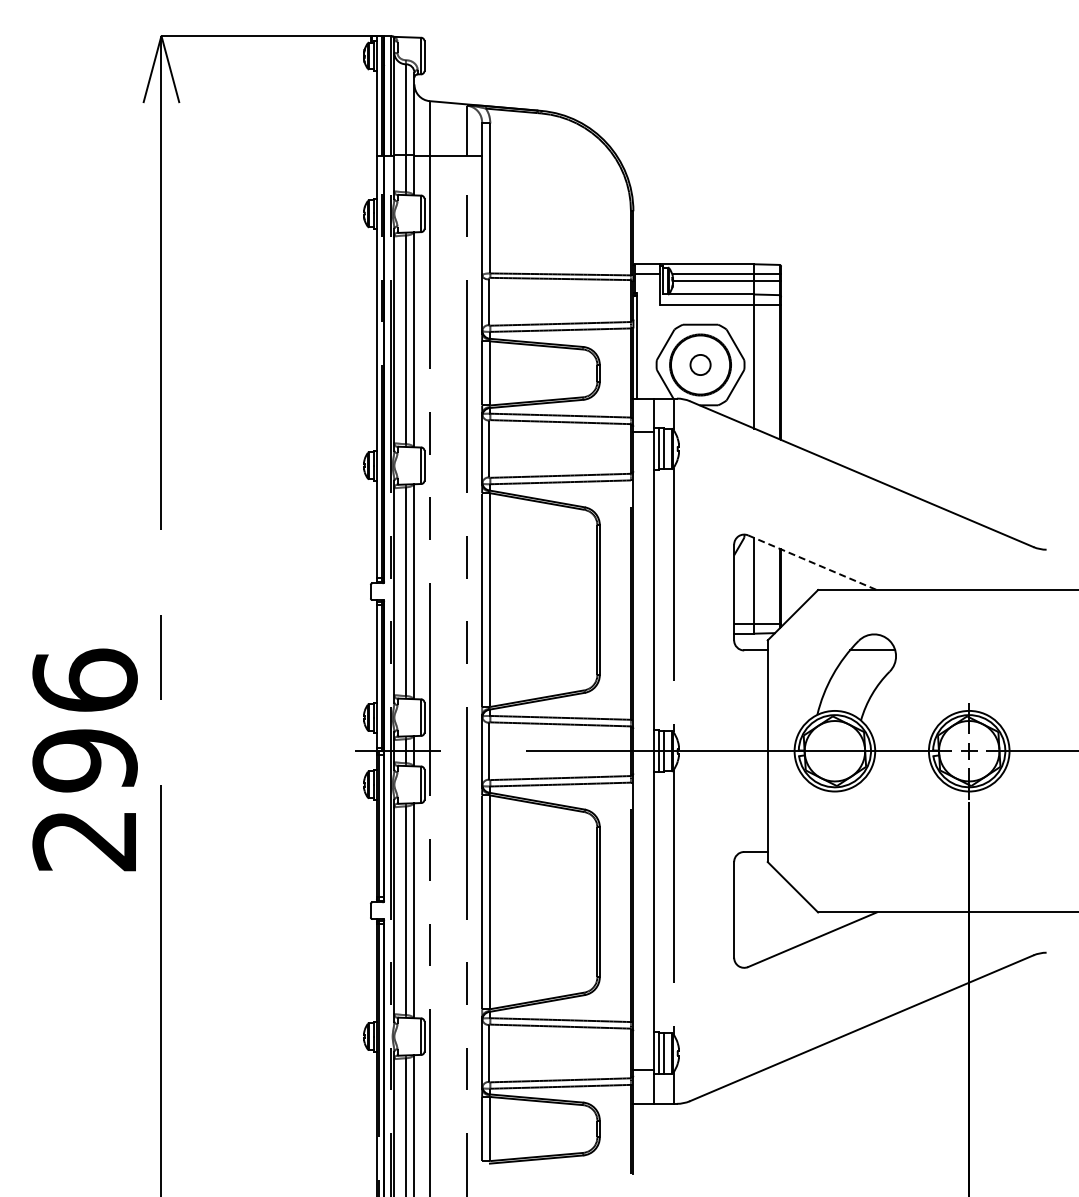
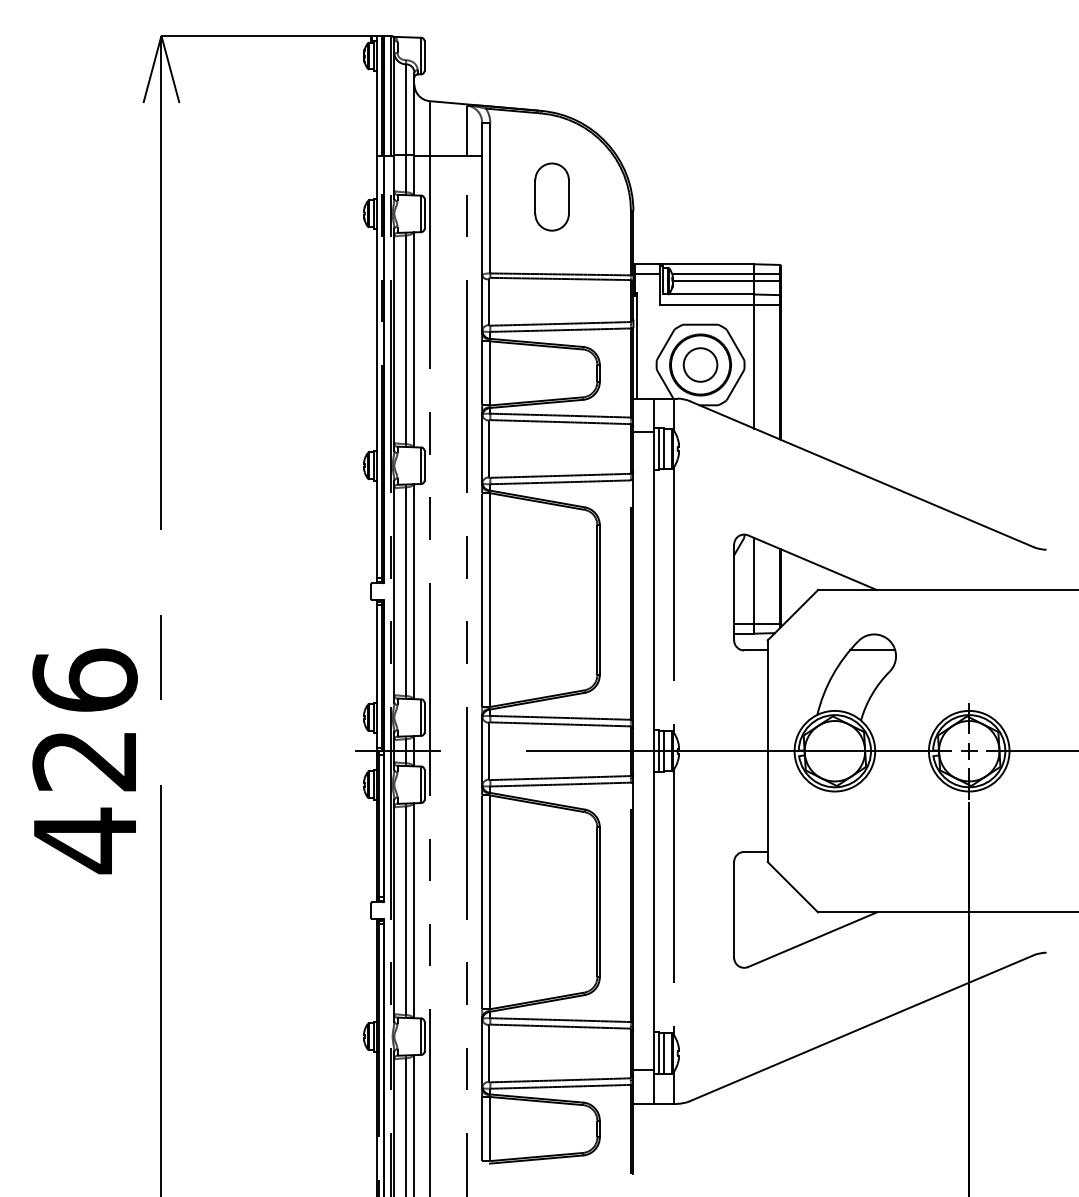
part at (551, 196): none -> present
circle at (700, 364) diameter: 20 px -> 34 px
line at (812, 562): dashed -> solid
text at (84, 801): 296 -> 426
